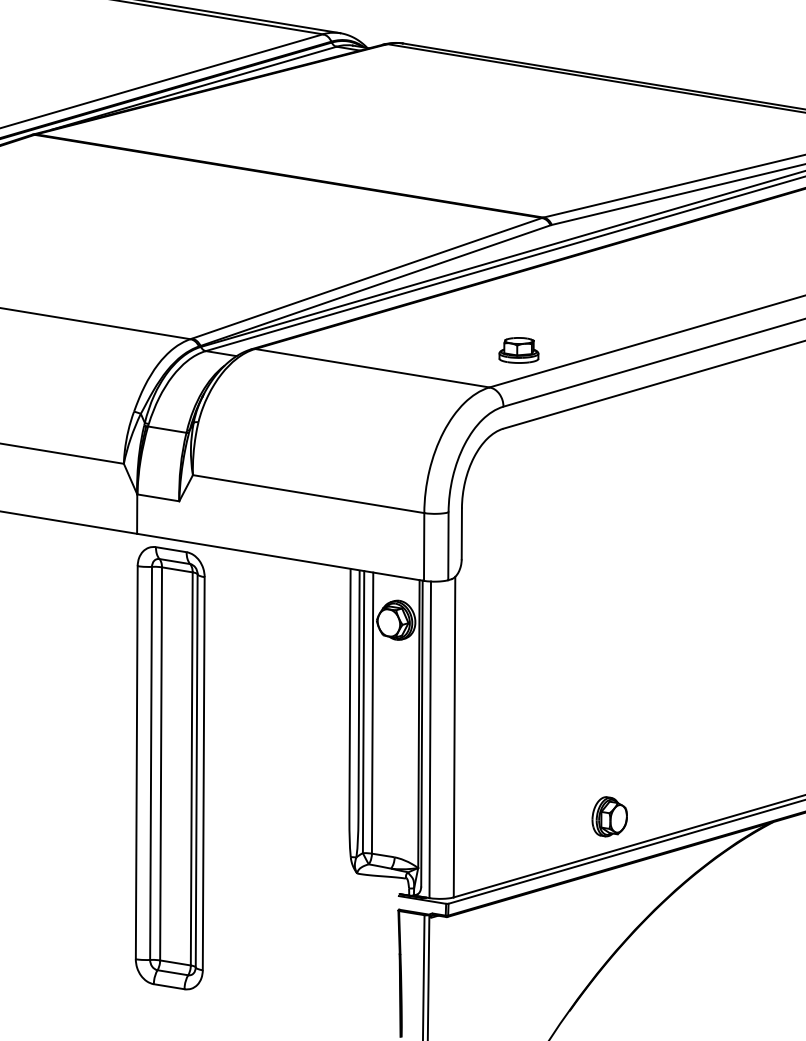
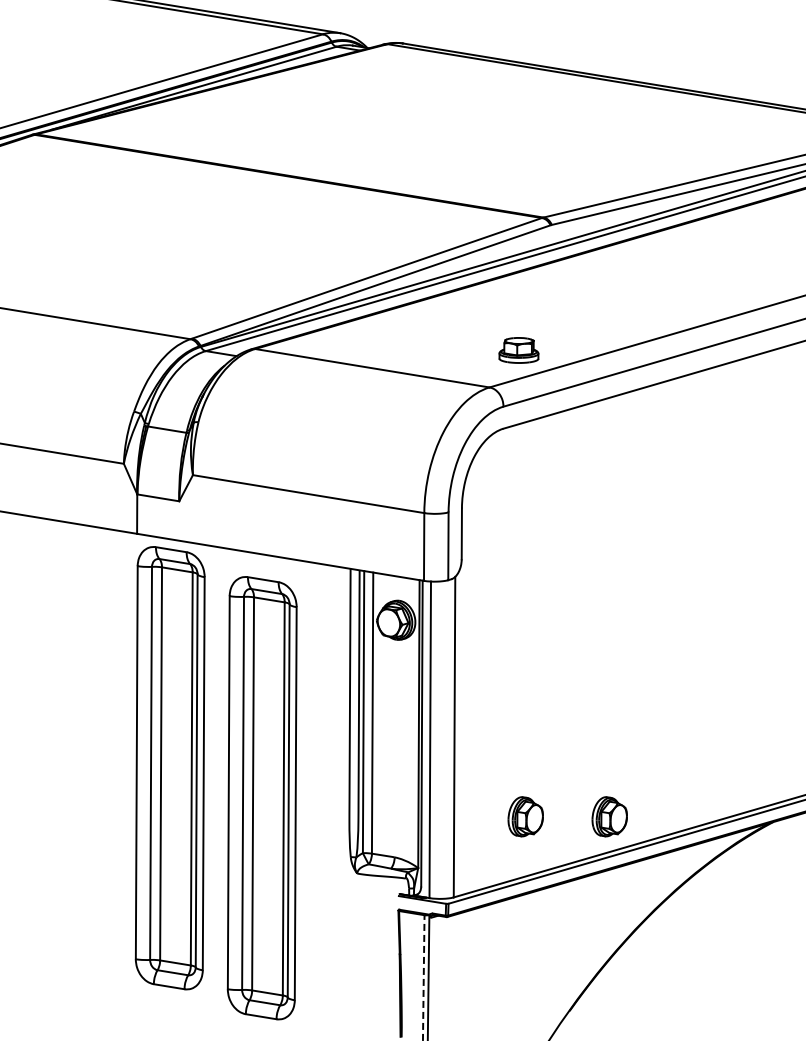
part at (261, 798): none -> present
part at (525, 816): none -> present
line at (423, 977): solid -> dashed
